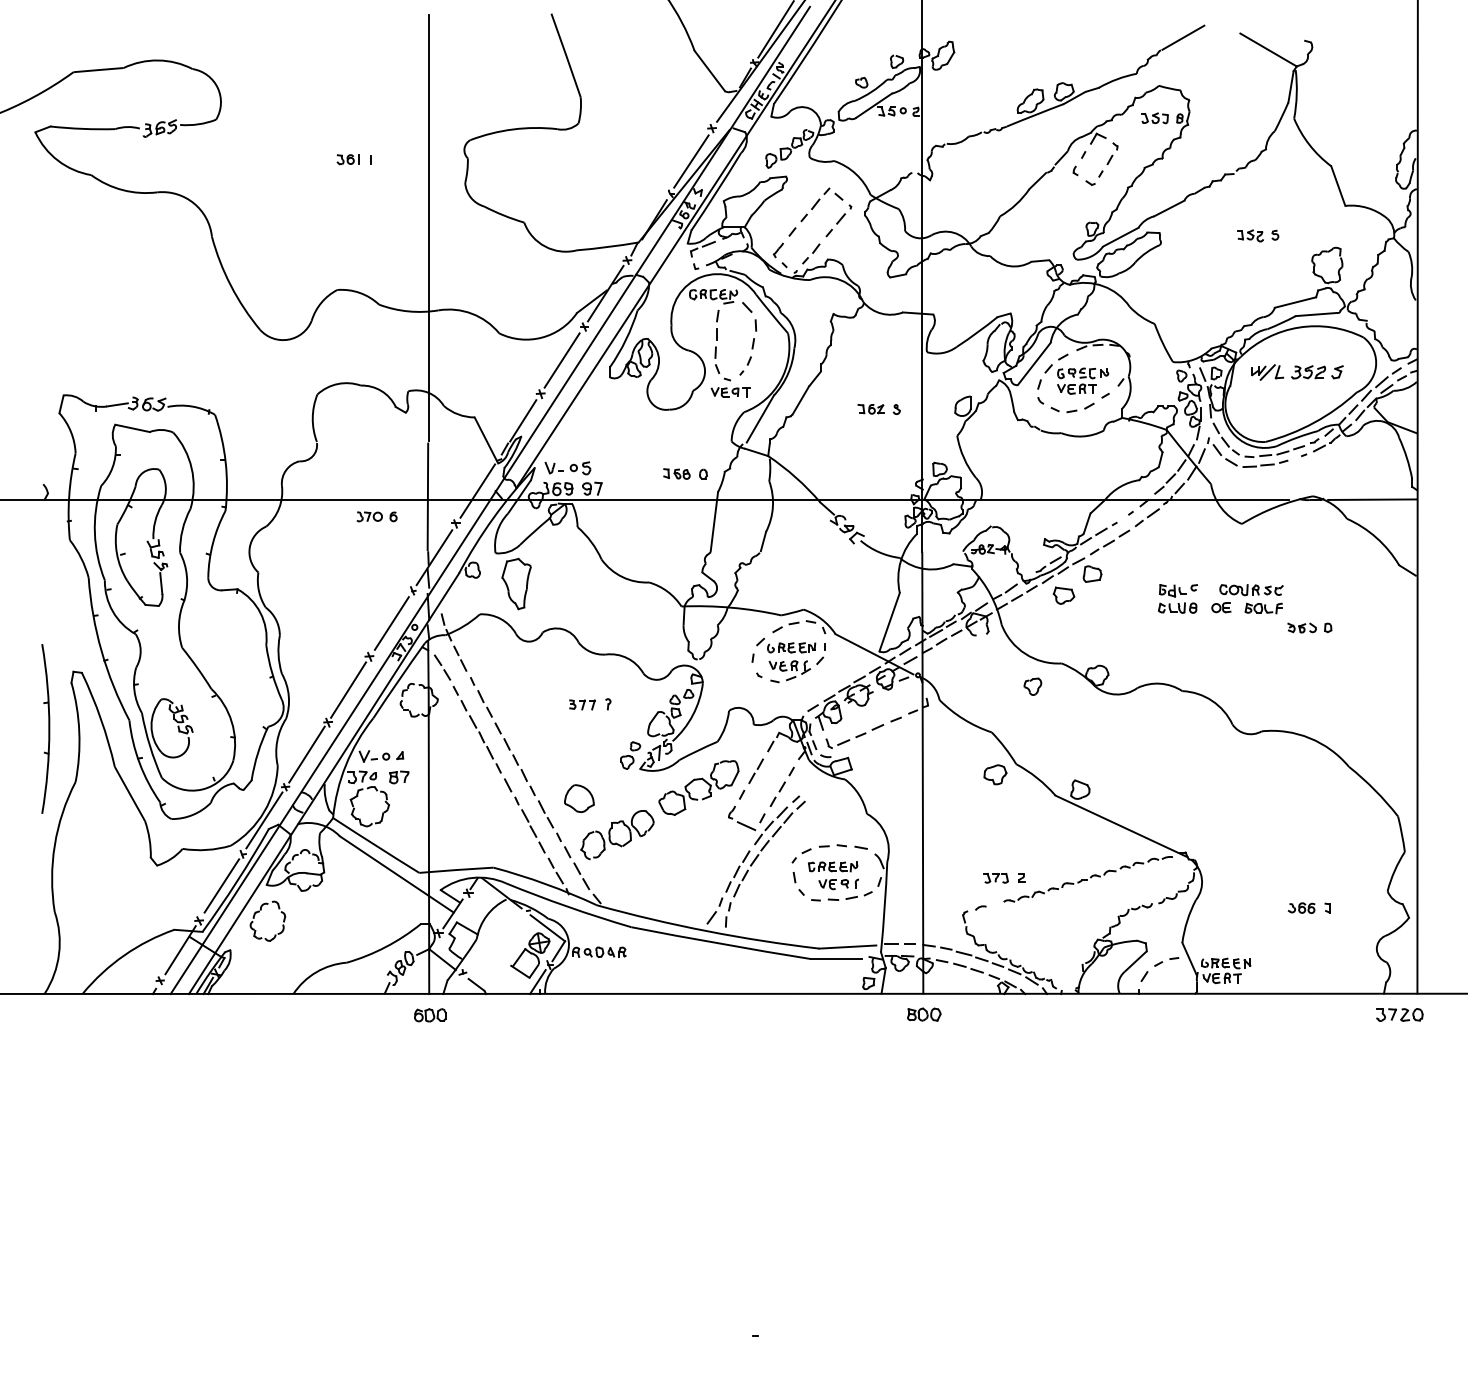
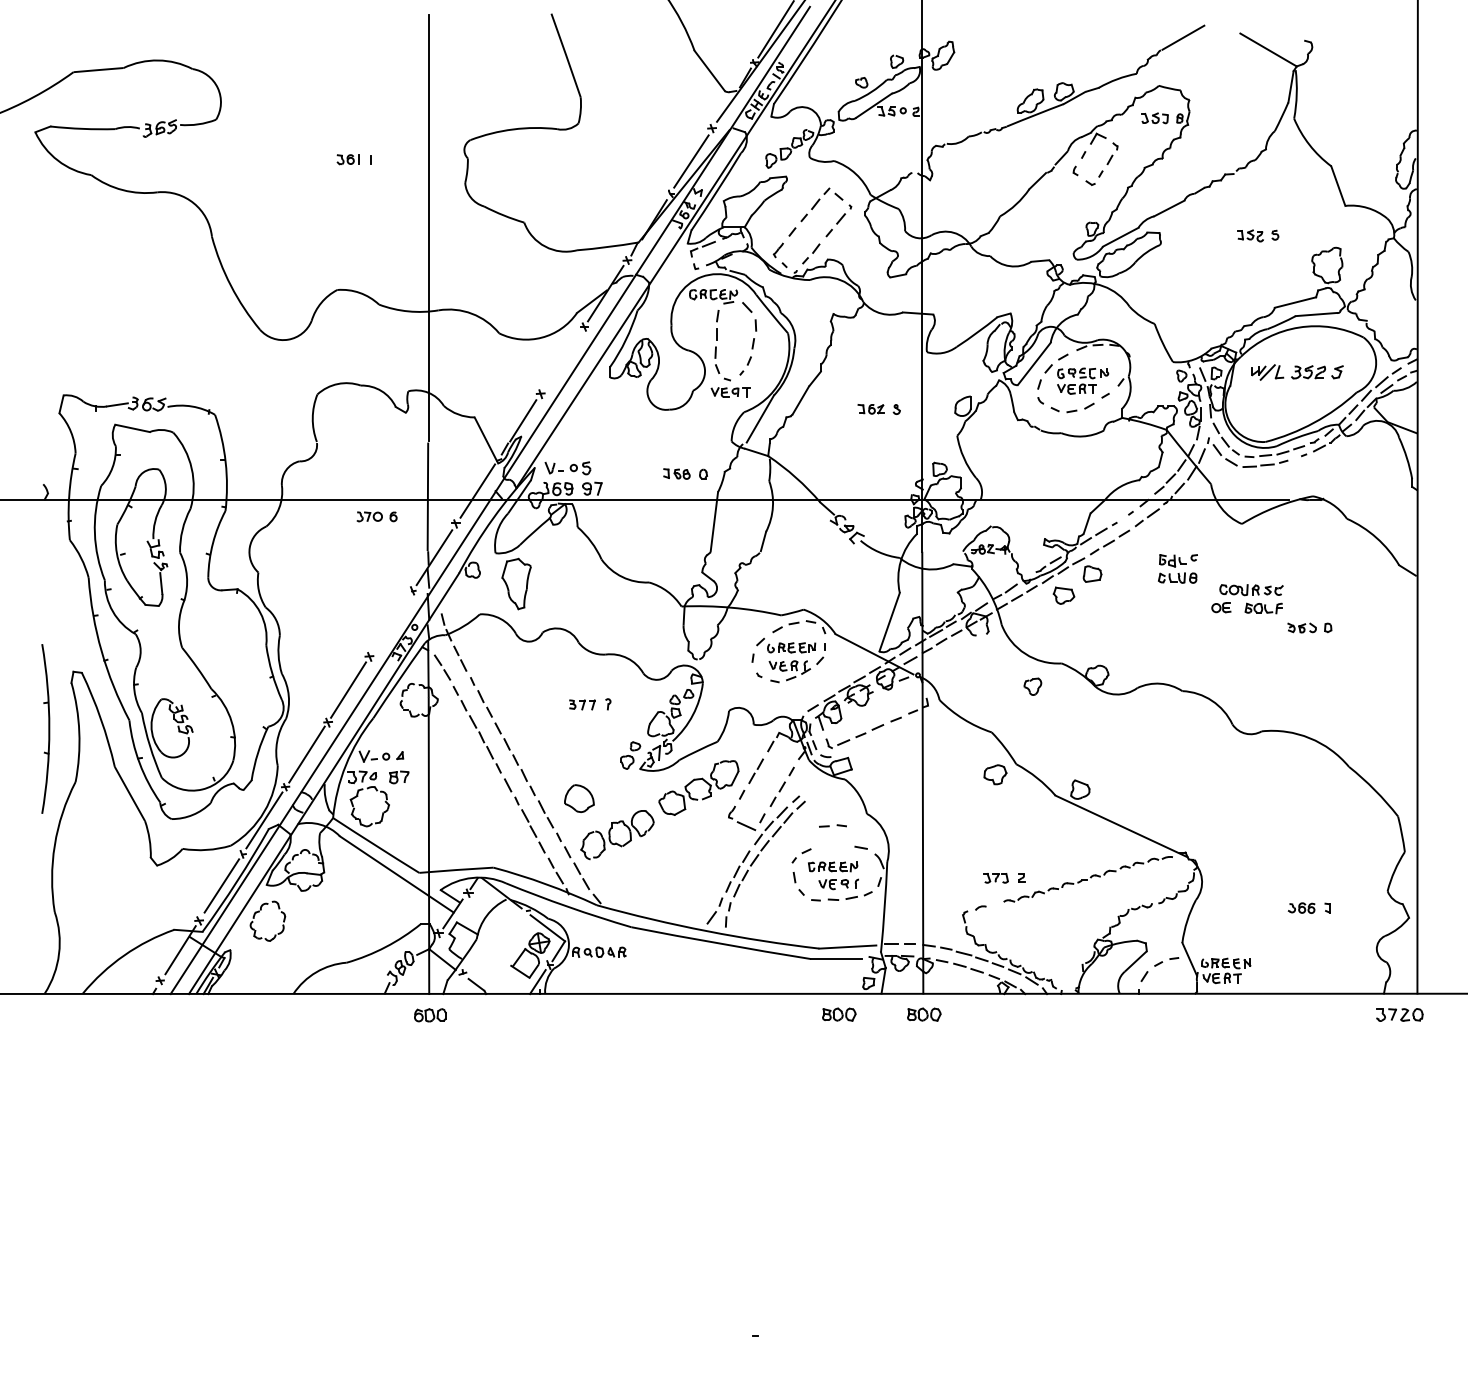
line at (561, 360): present -> none
line at (1372, 499): present -> none
part at (1177, 598) position: (1177, 598) -> (1177, 568)
line at (391, 623): present -> none
part at (832, 845) position: (832, 845) -> (832, 825)
part at (839, 1014): none -> present
